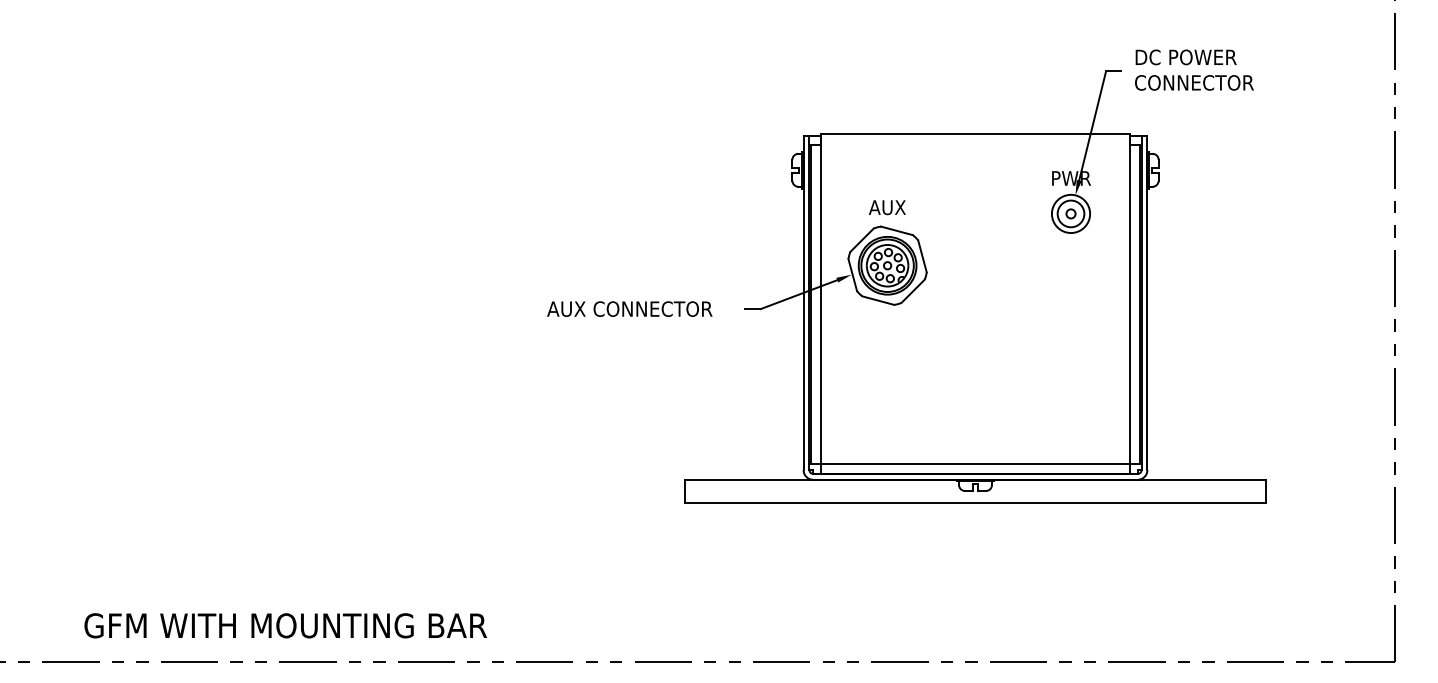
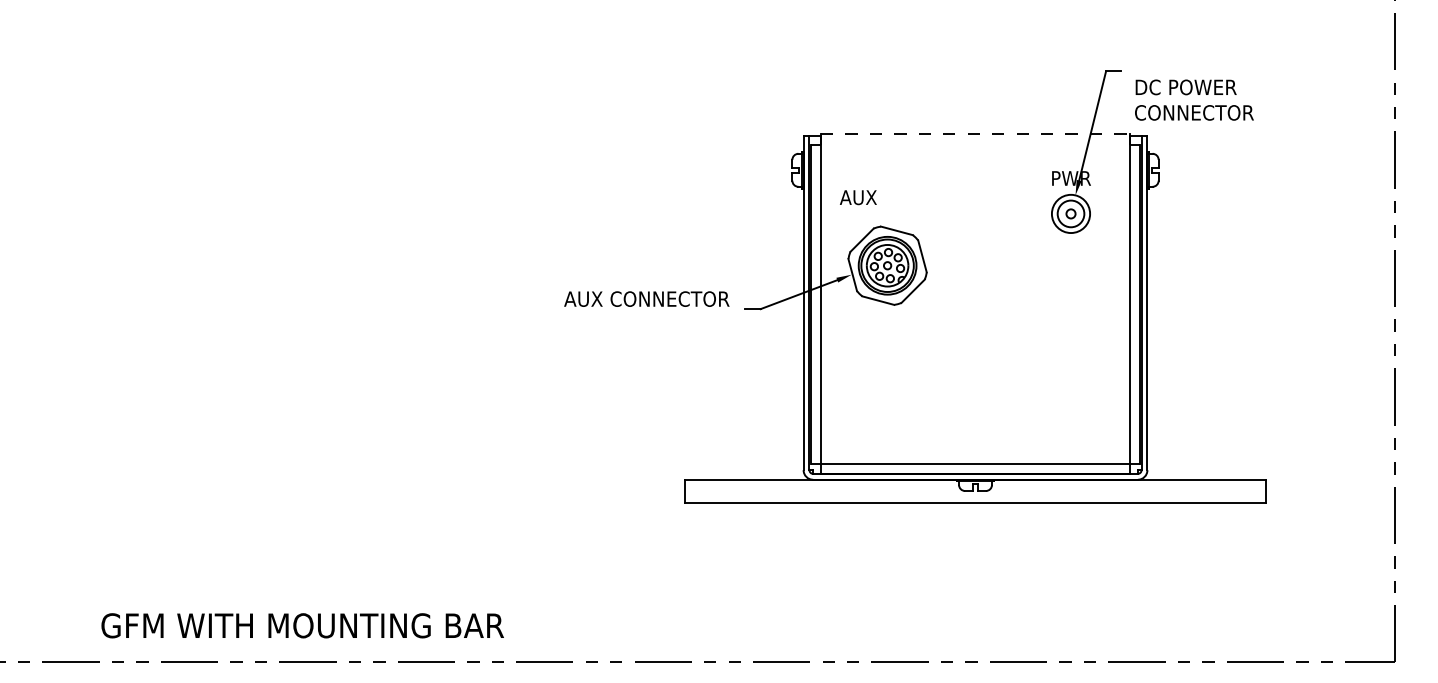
text at (1194, 69) position: (1194, 69) -> (1194, 99)
line at (975, 134): solid -> dashed
text at (887, 207) position: (887, 207) -> (858, 197)
text at (629, 308) position: (629, 308) -> (646, 298)
text at (285, 625) position: (285, 625) -> (302, 625)
